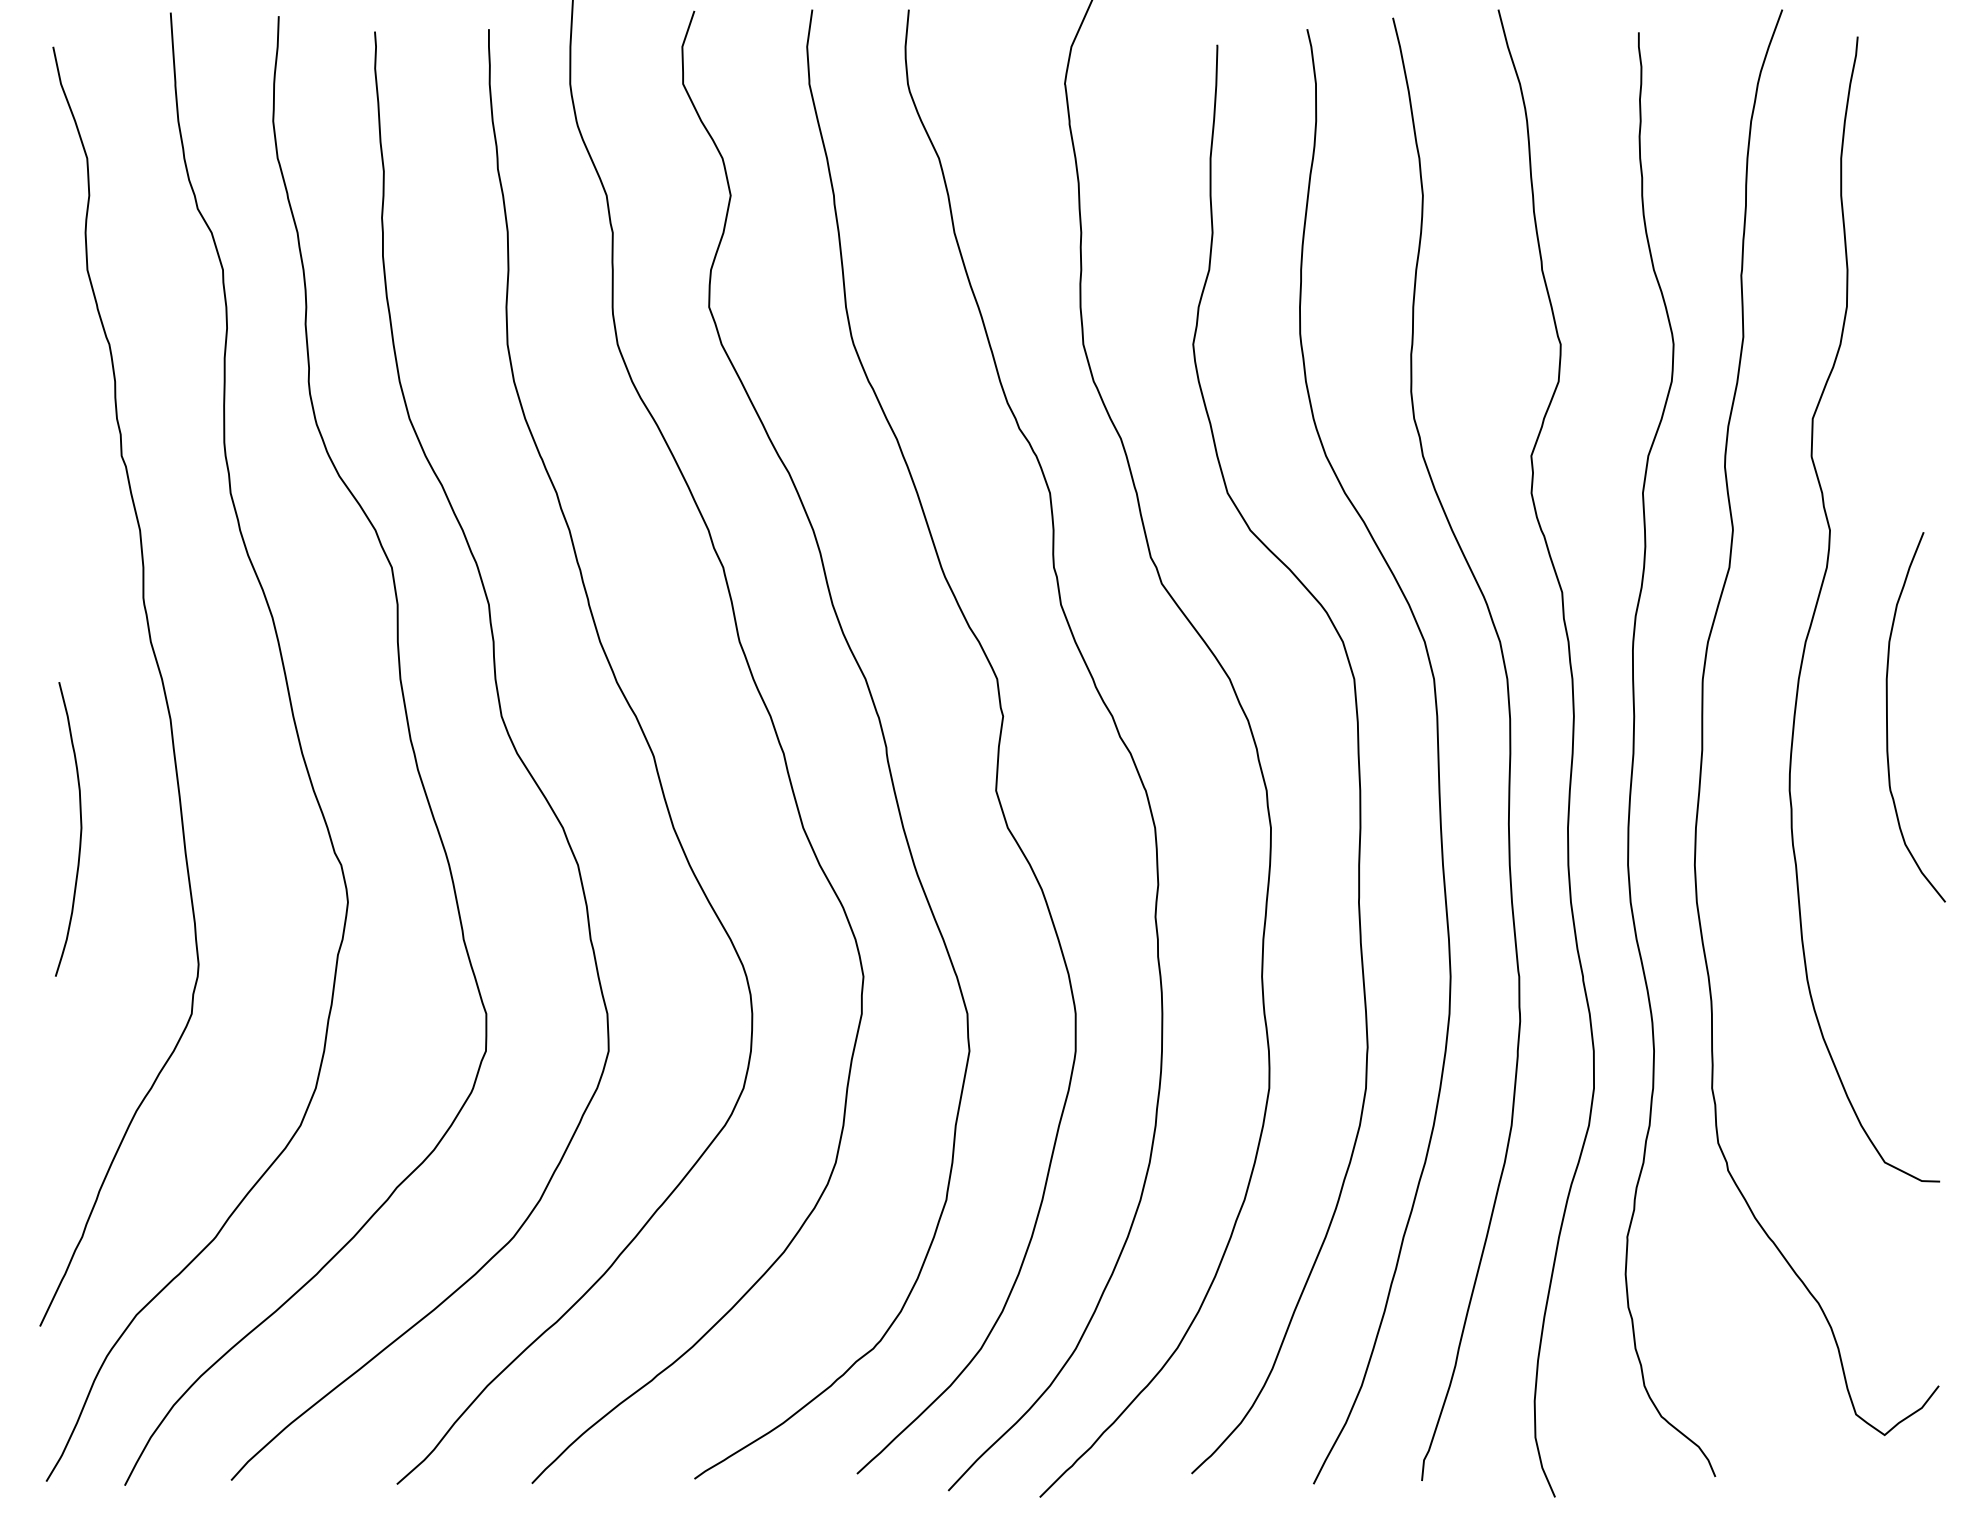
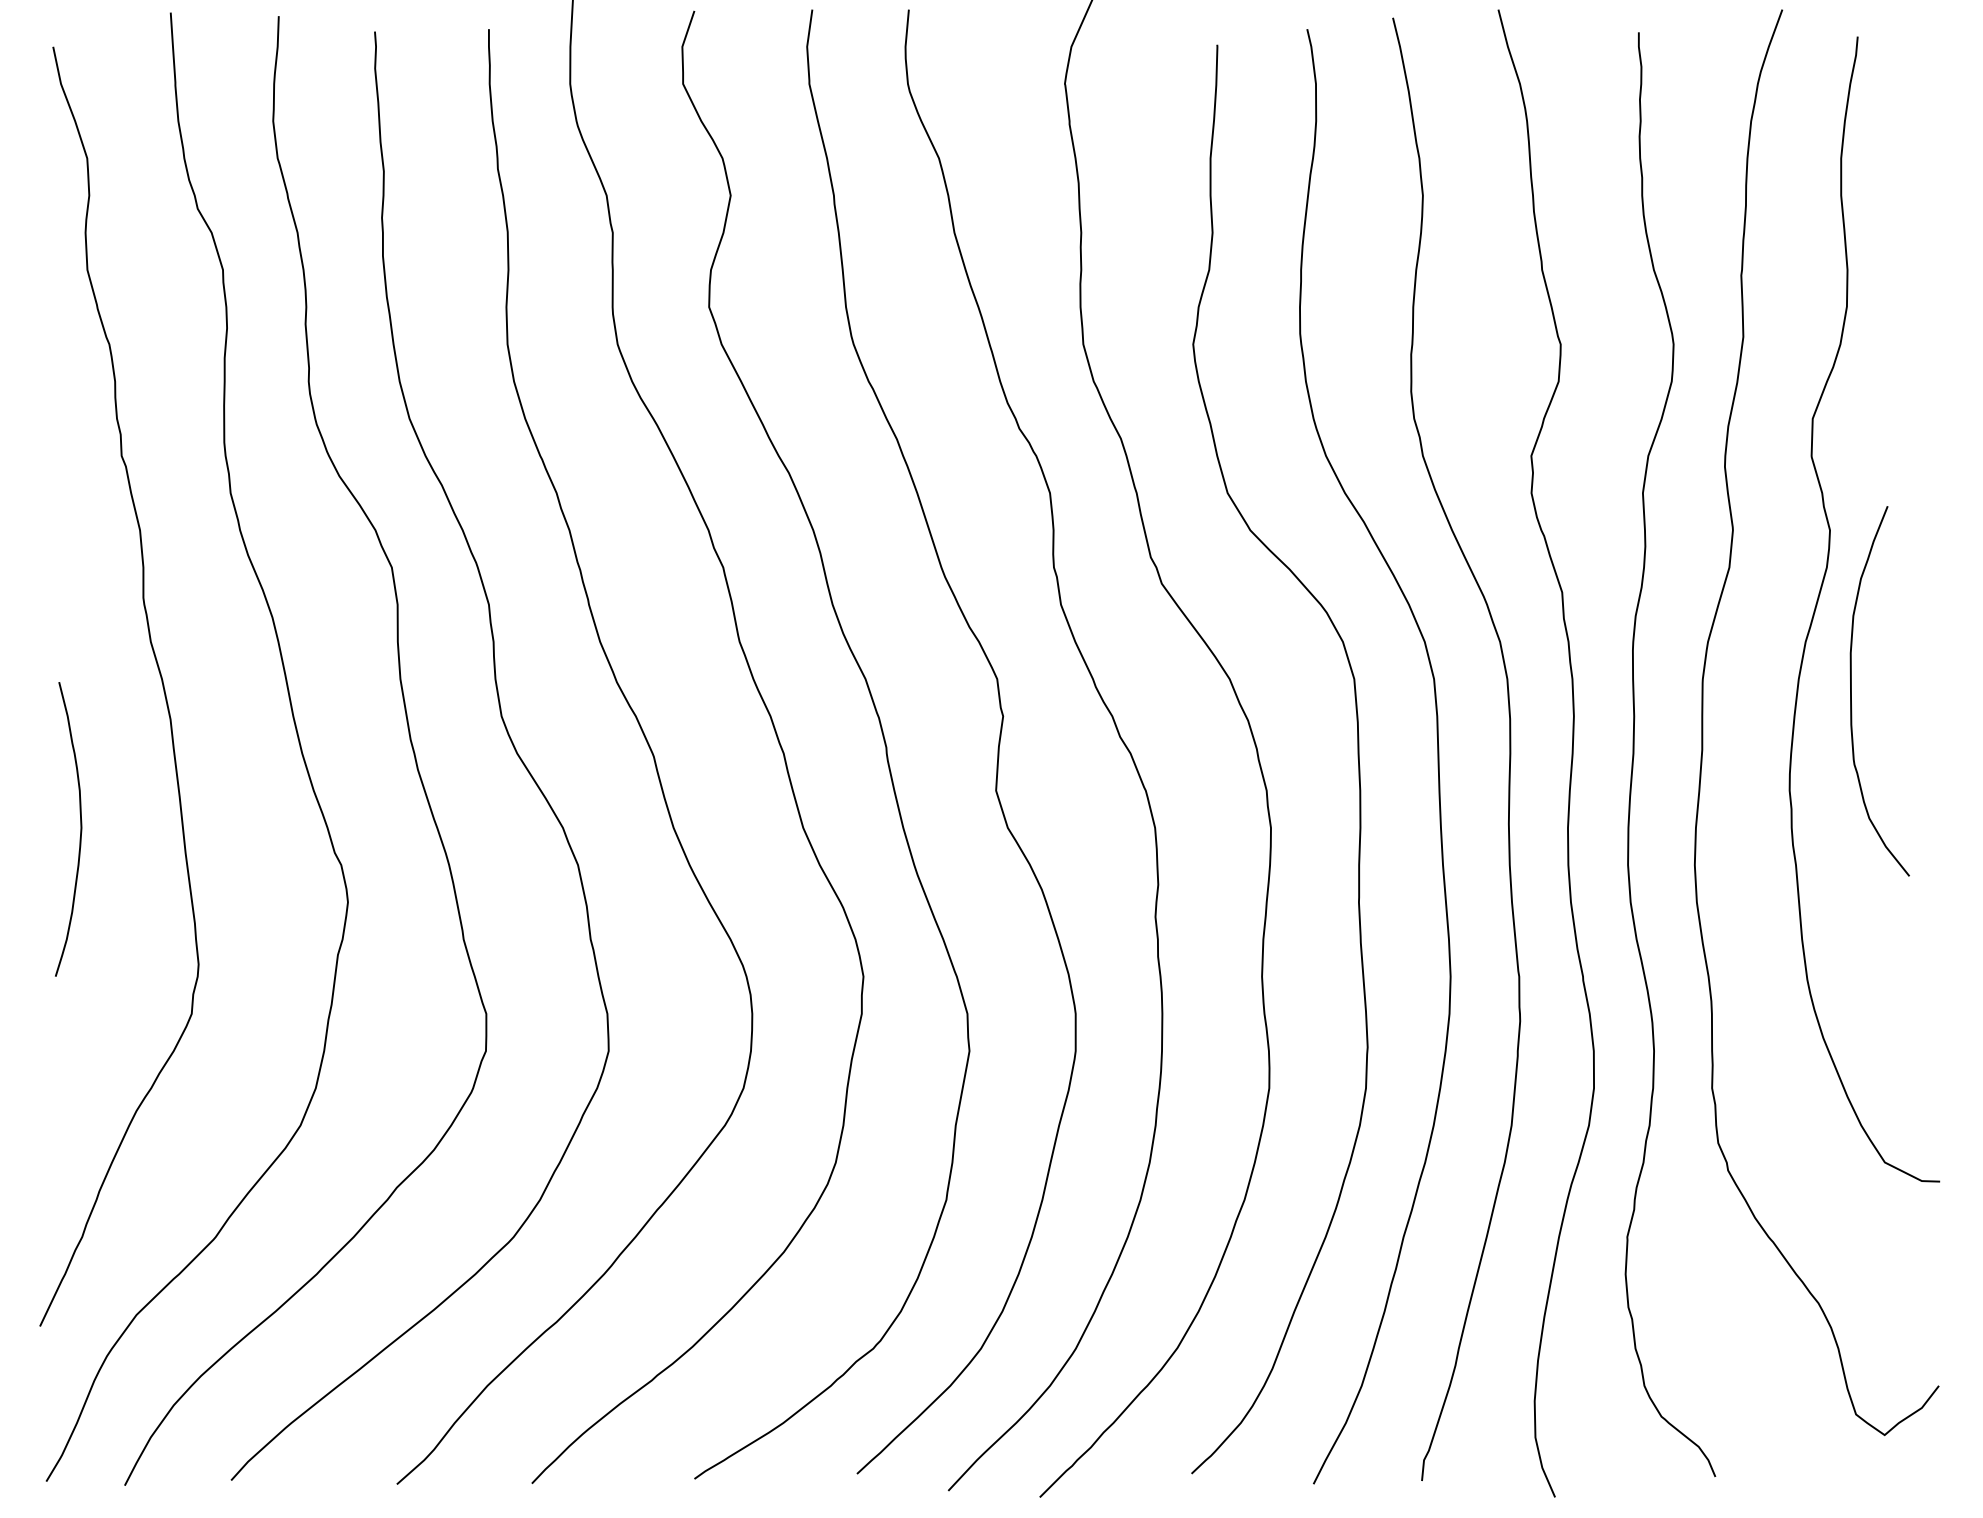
curve at (1887, 717) position: (1887, 717) -> (1851, 691)
